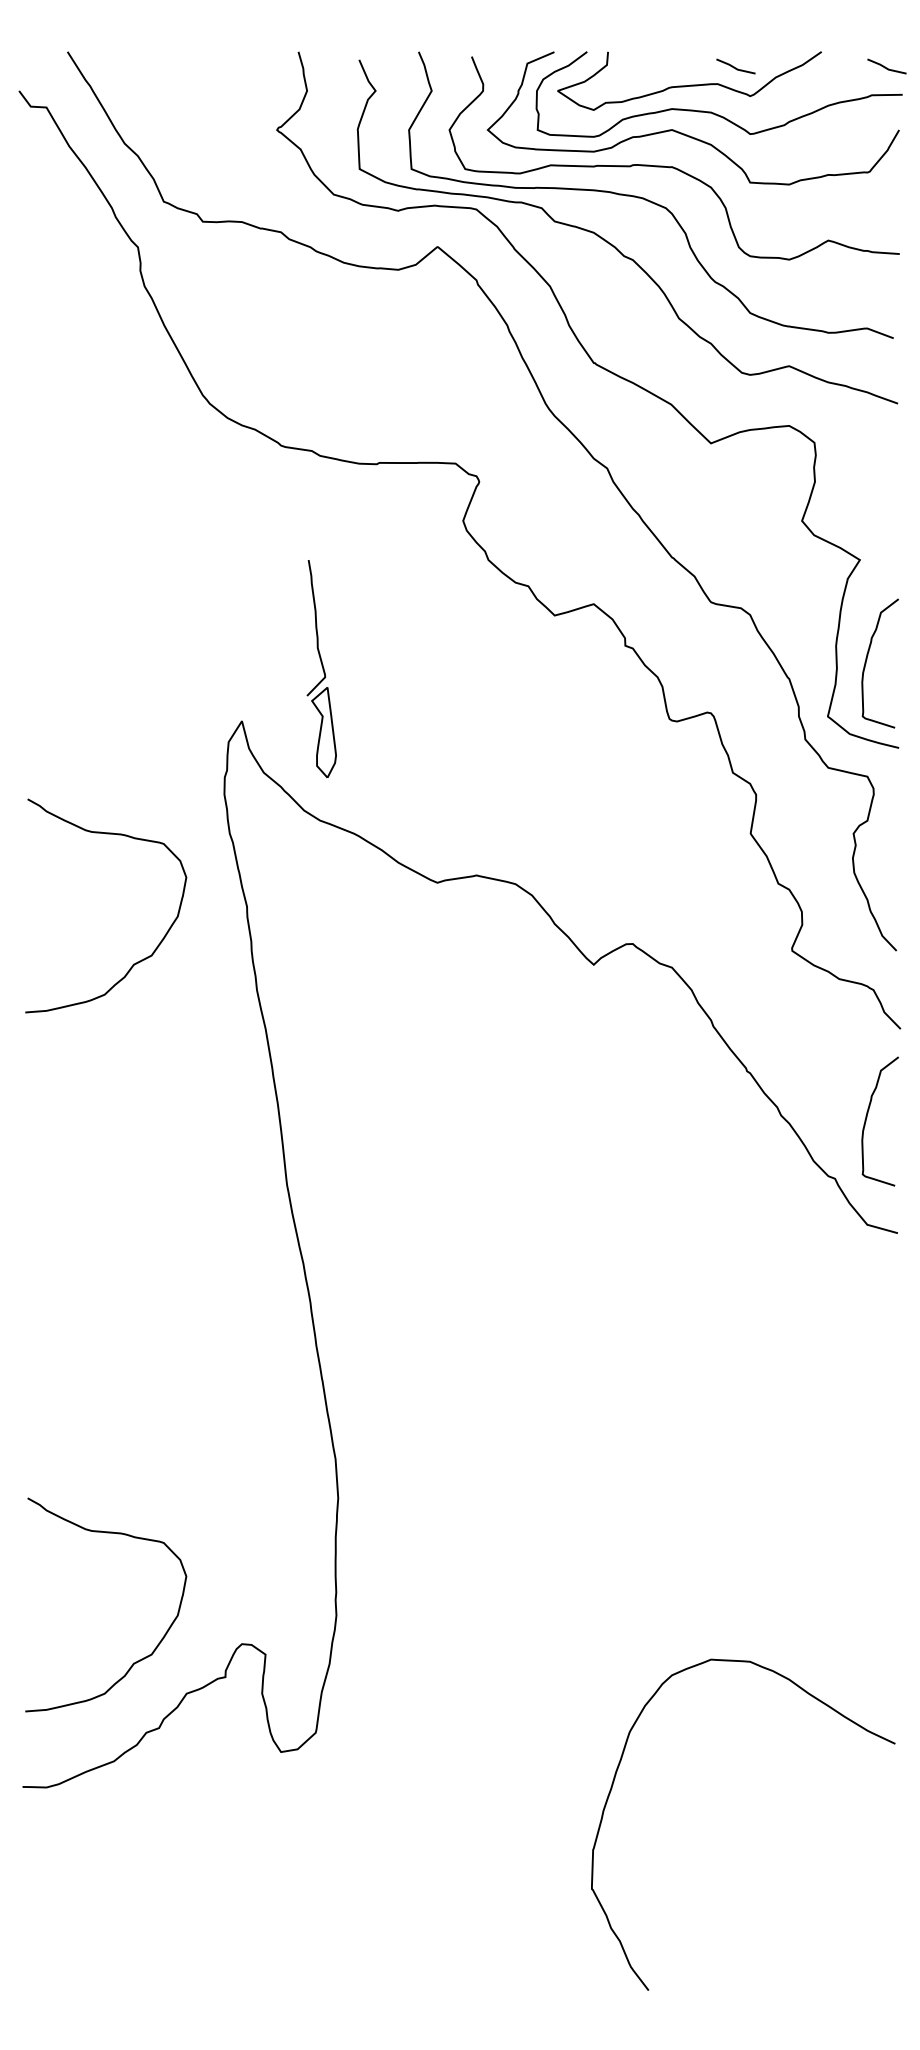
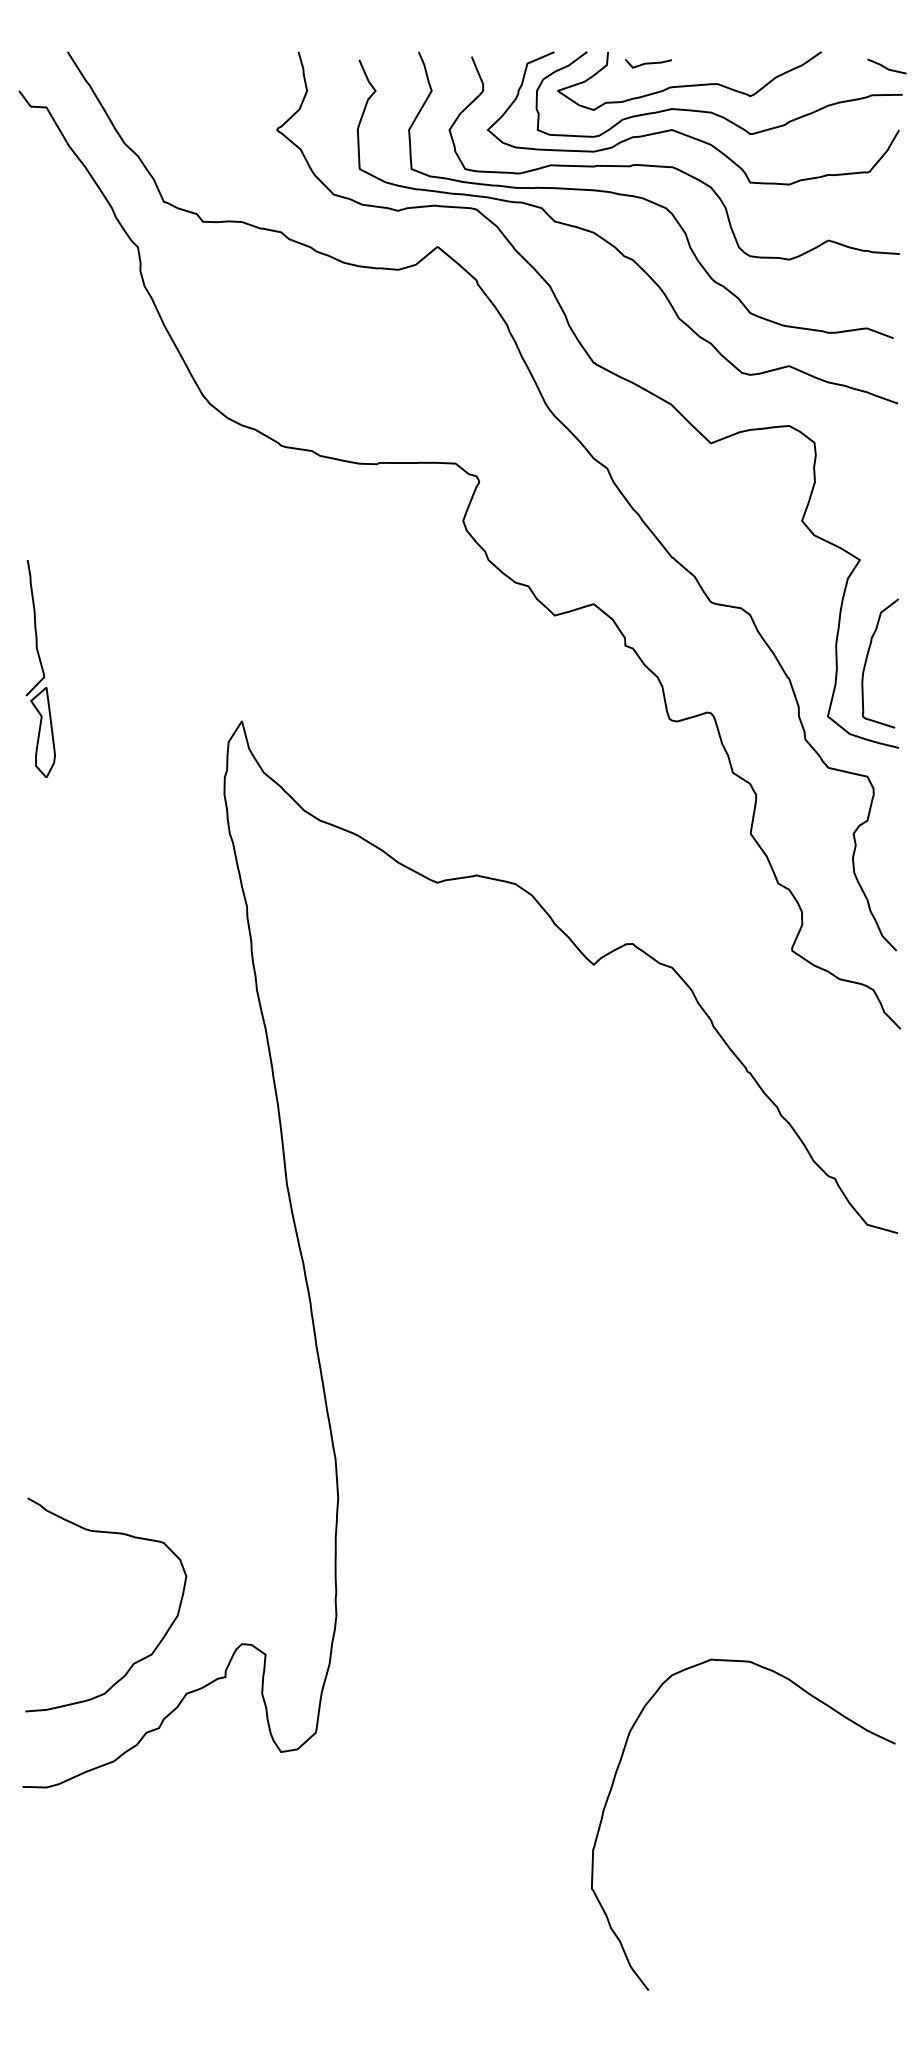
line at (648, 63): none -> present
line at (734, 66): present -> none
part at (321, 668) position: (321, 668) -> (40, 668)
curve at (135, 962): present -> none
curve at (867, 1117): present -> none
